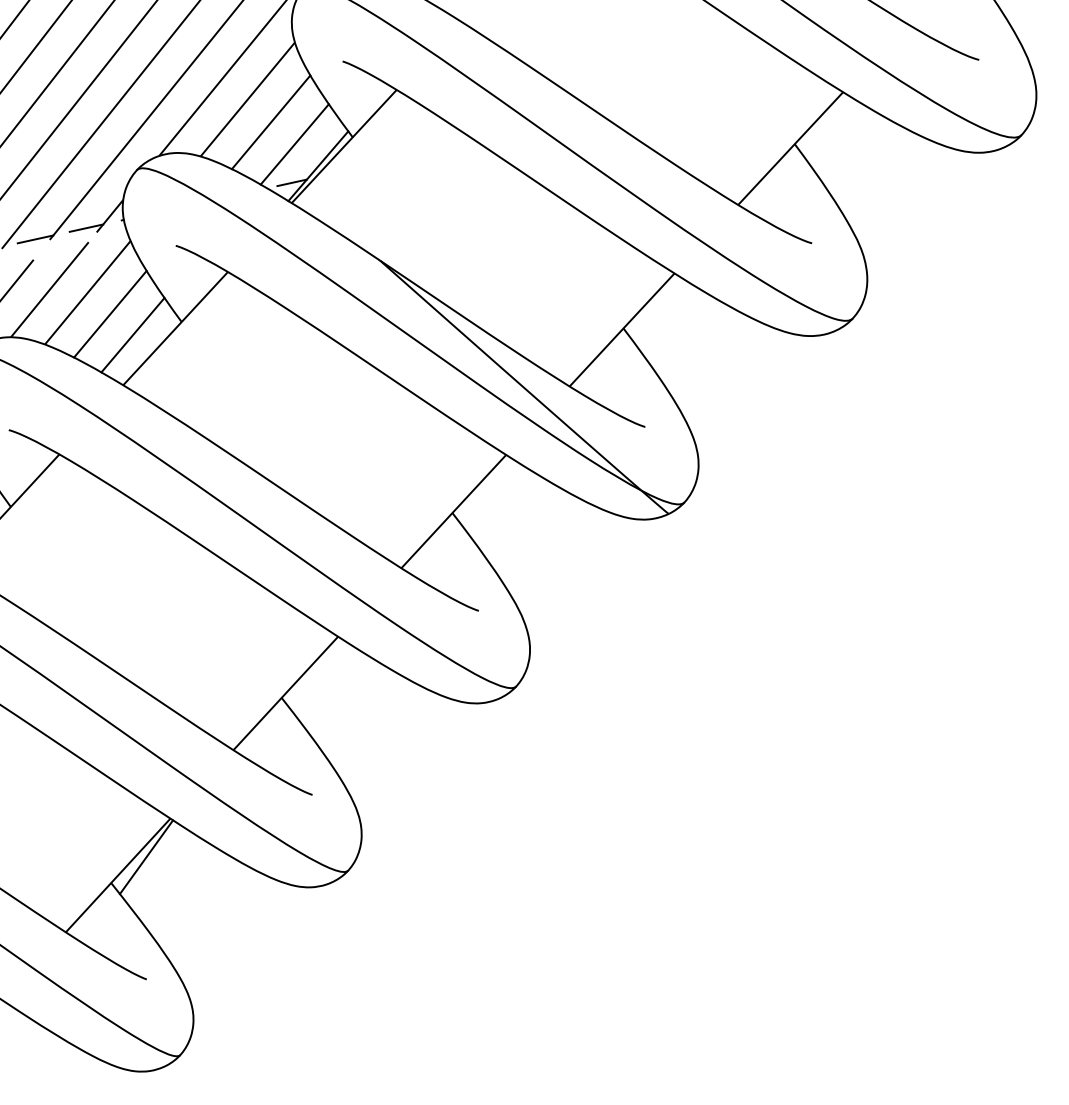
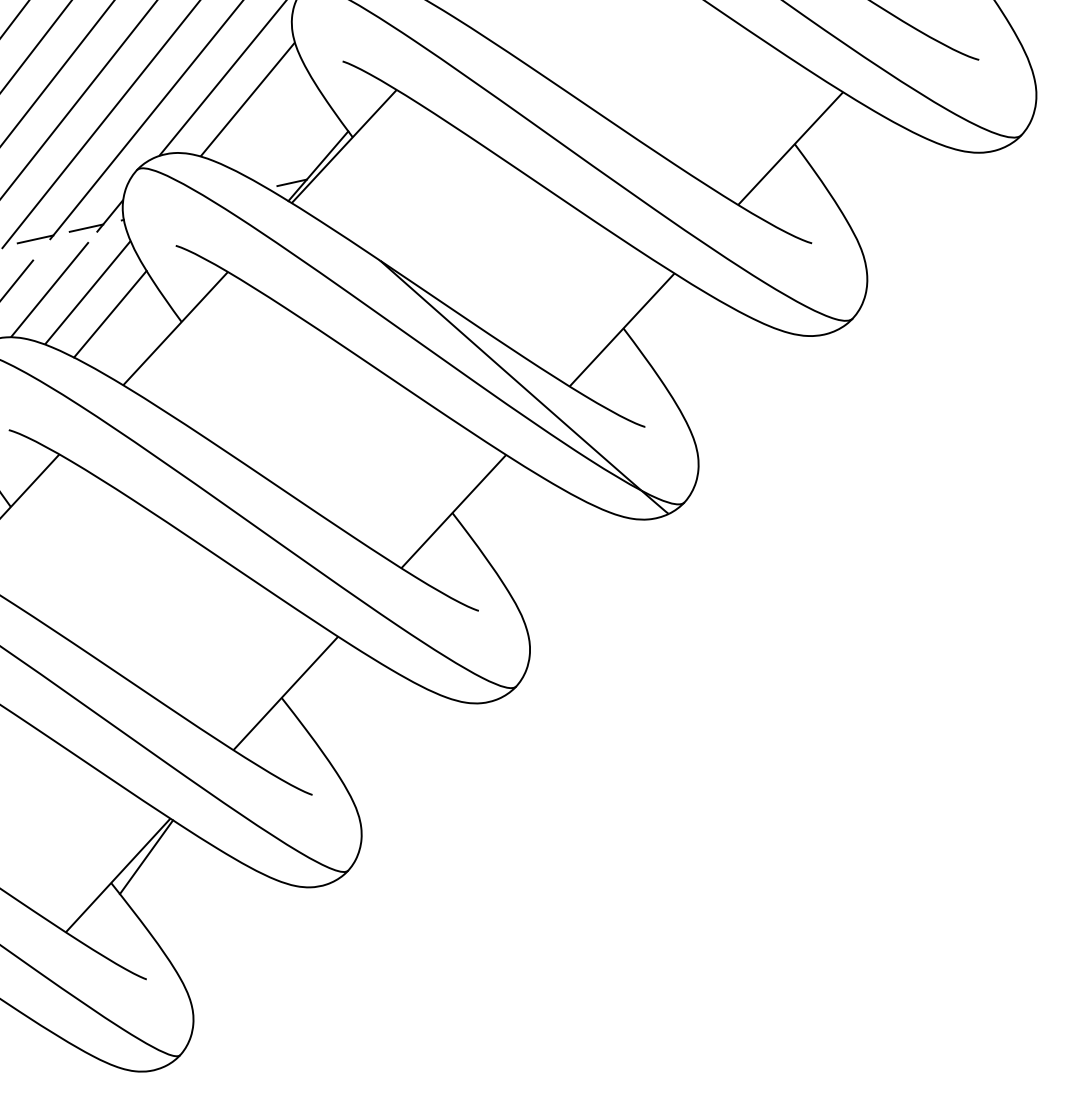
line at (270, 122): present -> none
line at (294, 144): present -> none
line at (132, 335): present -> none
